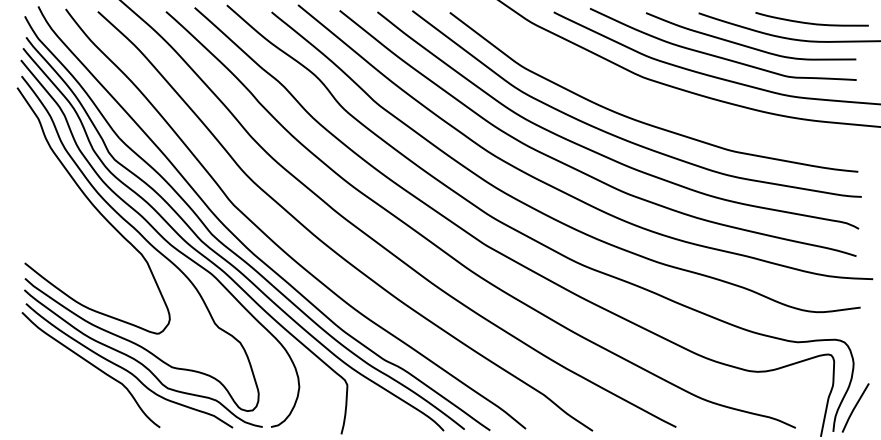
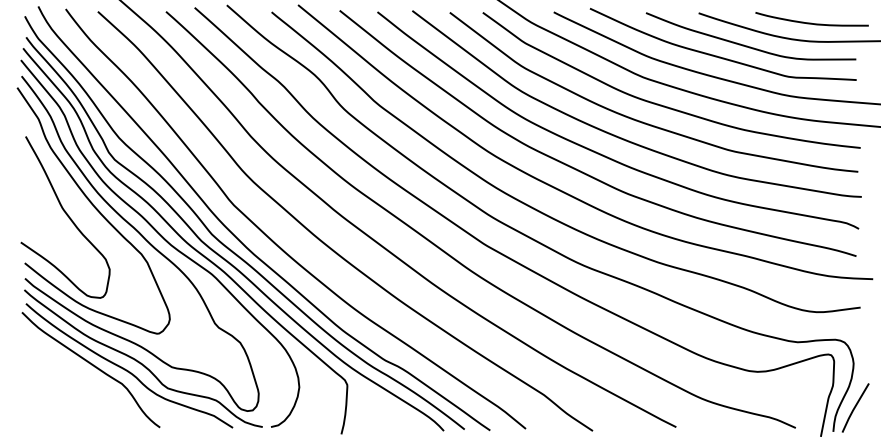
curve at (664, 105): none -> present
curve at (66, 215): none -> present
